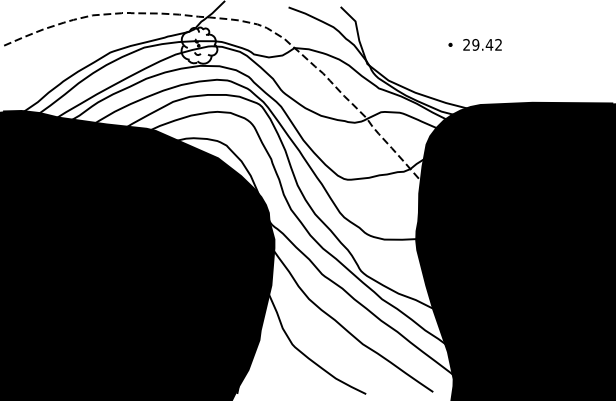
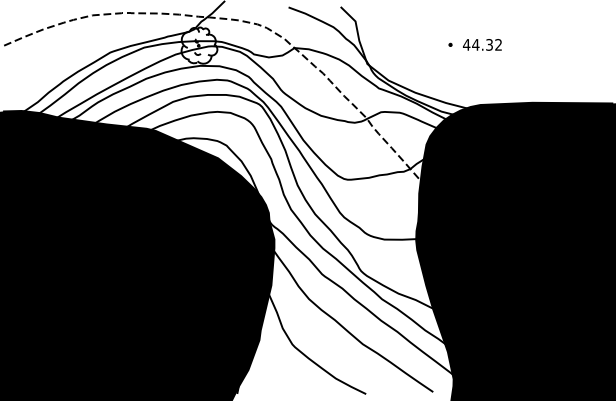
text at (477, 44): 29.42 -> 44.32
